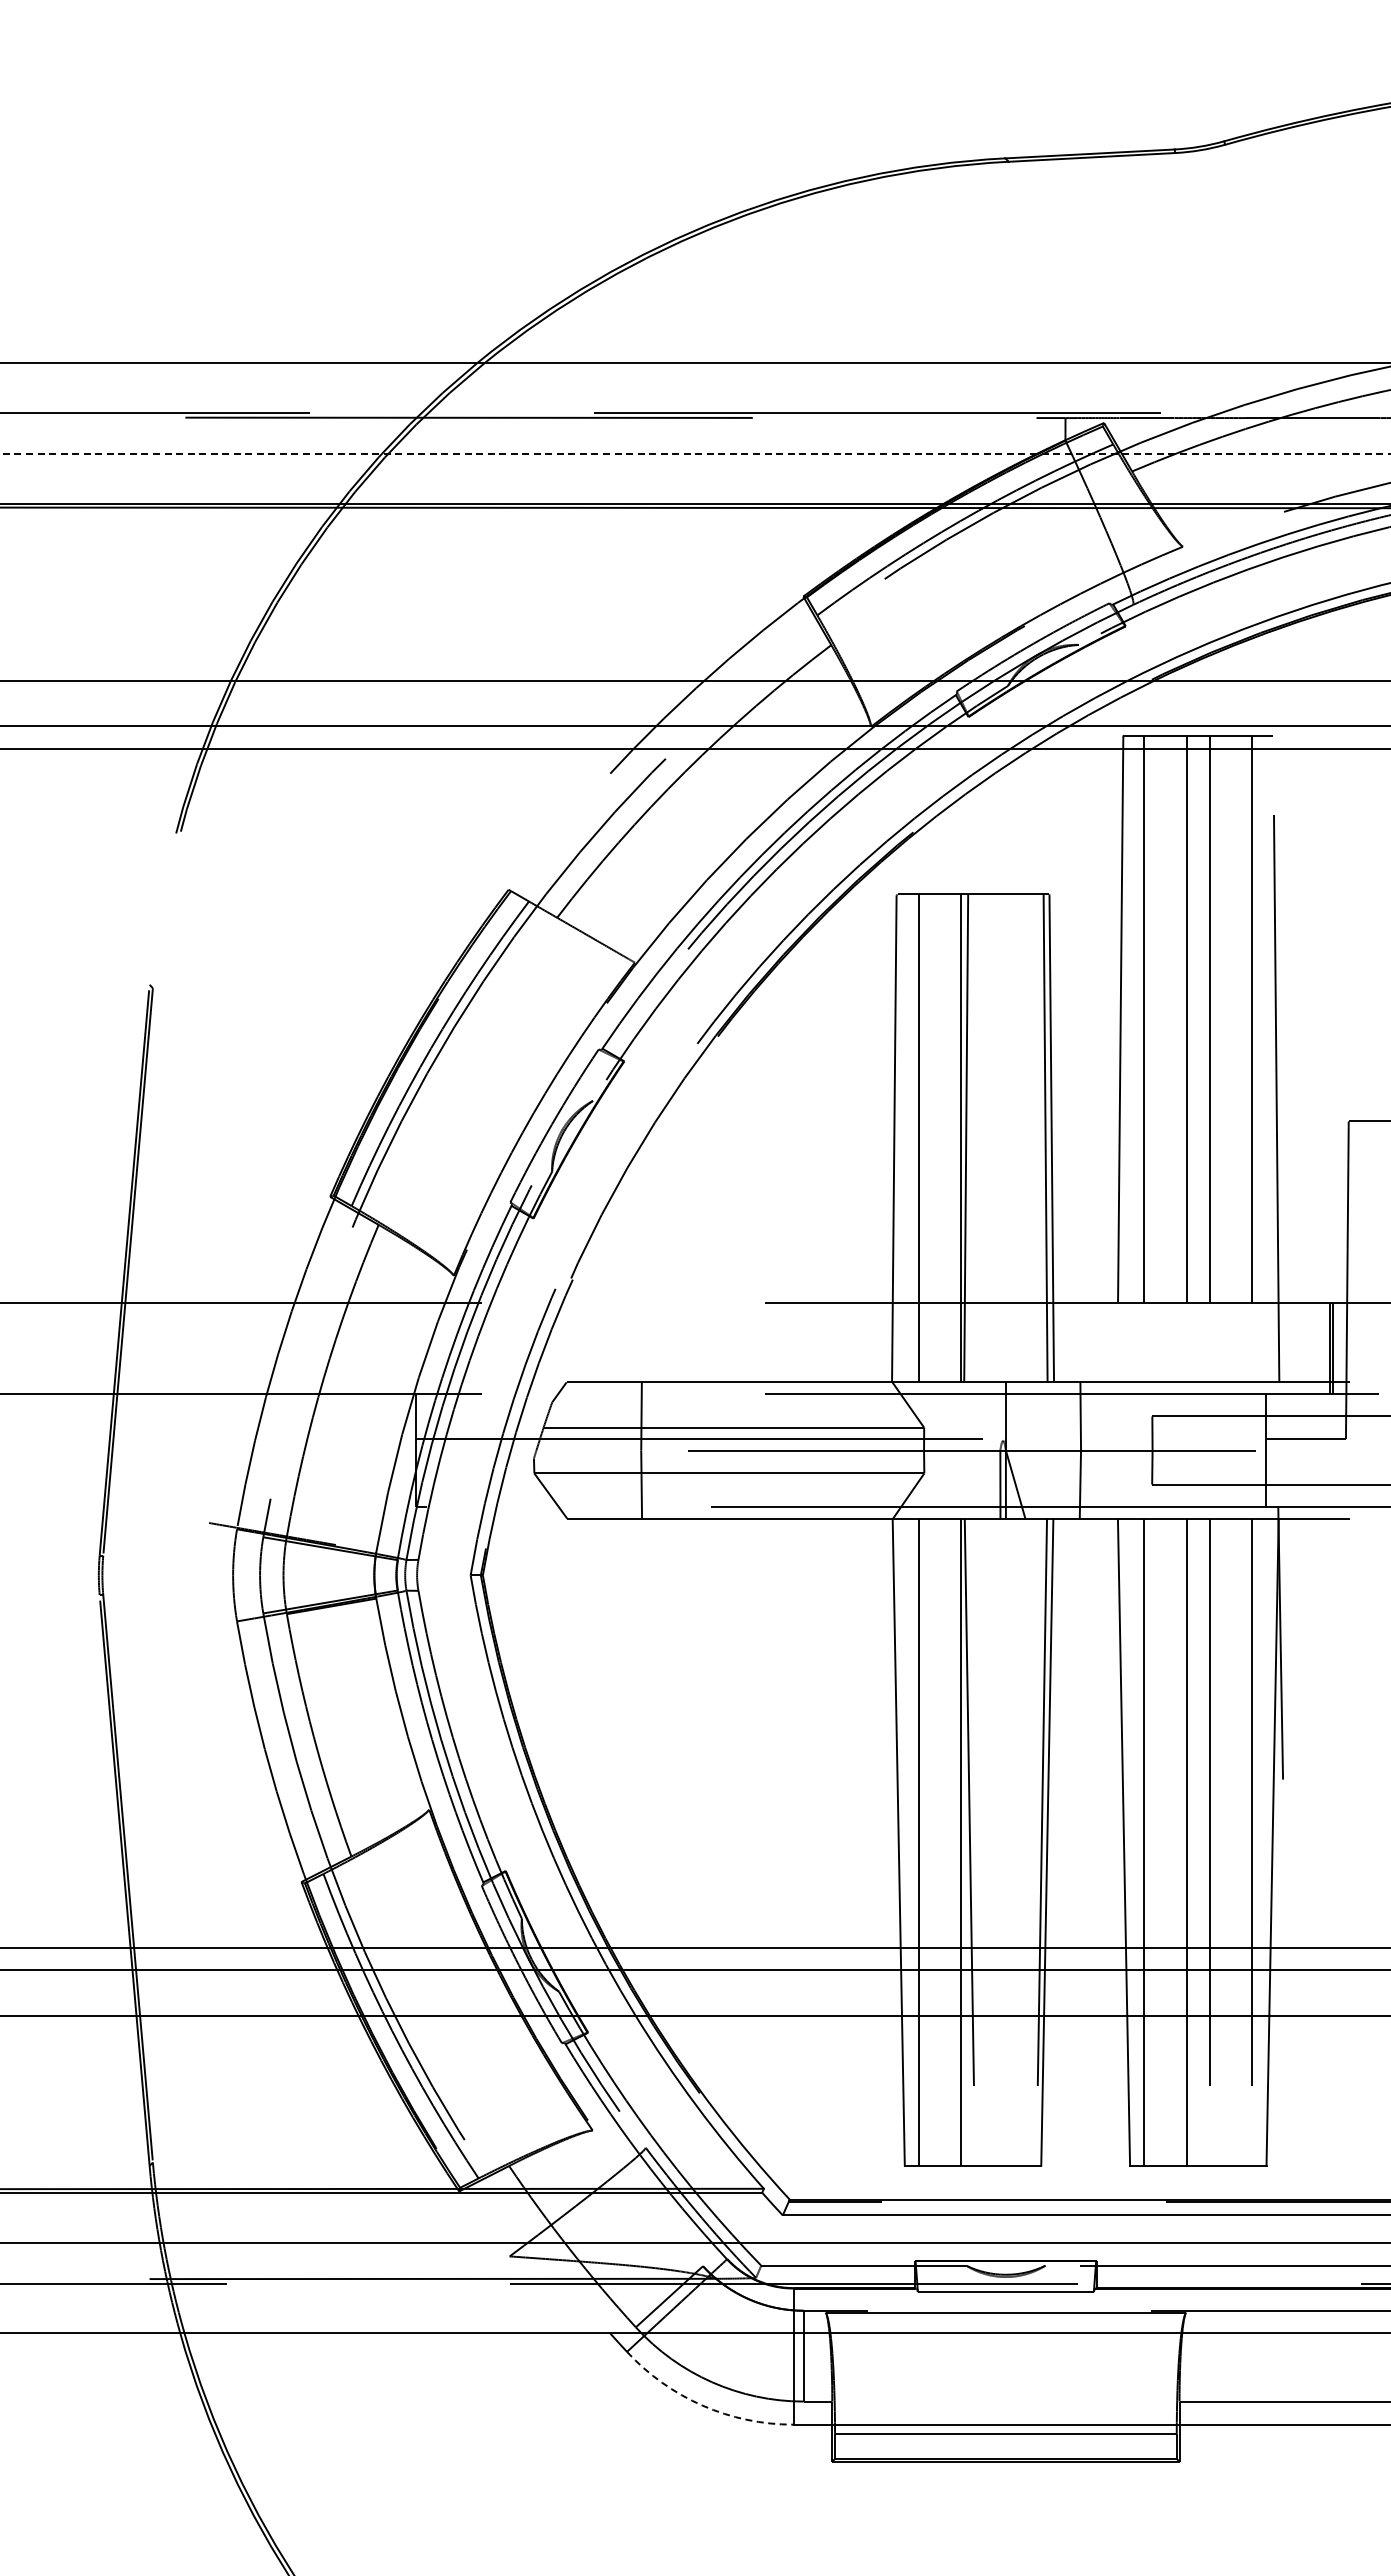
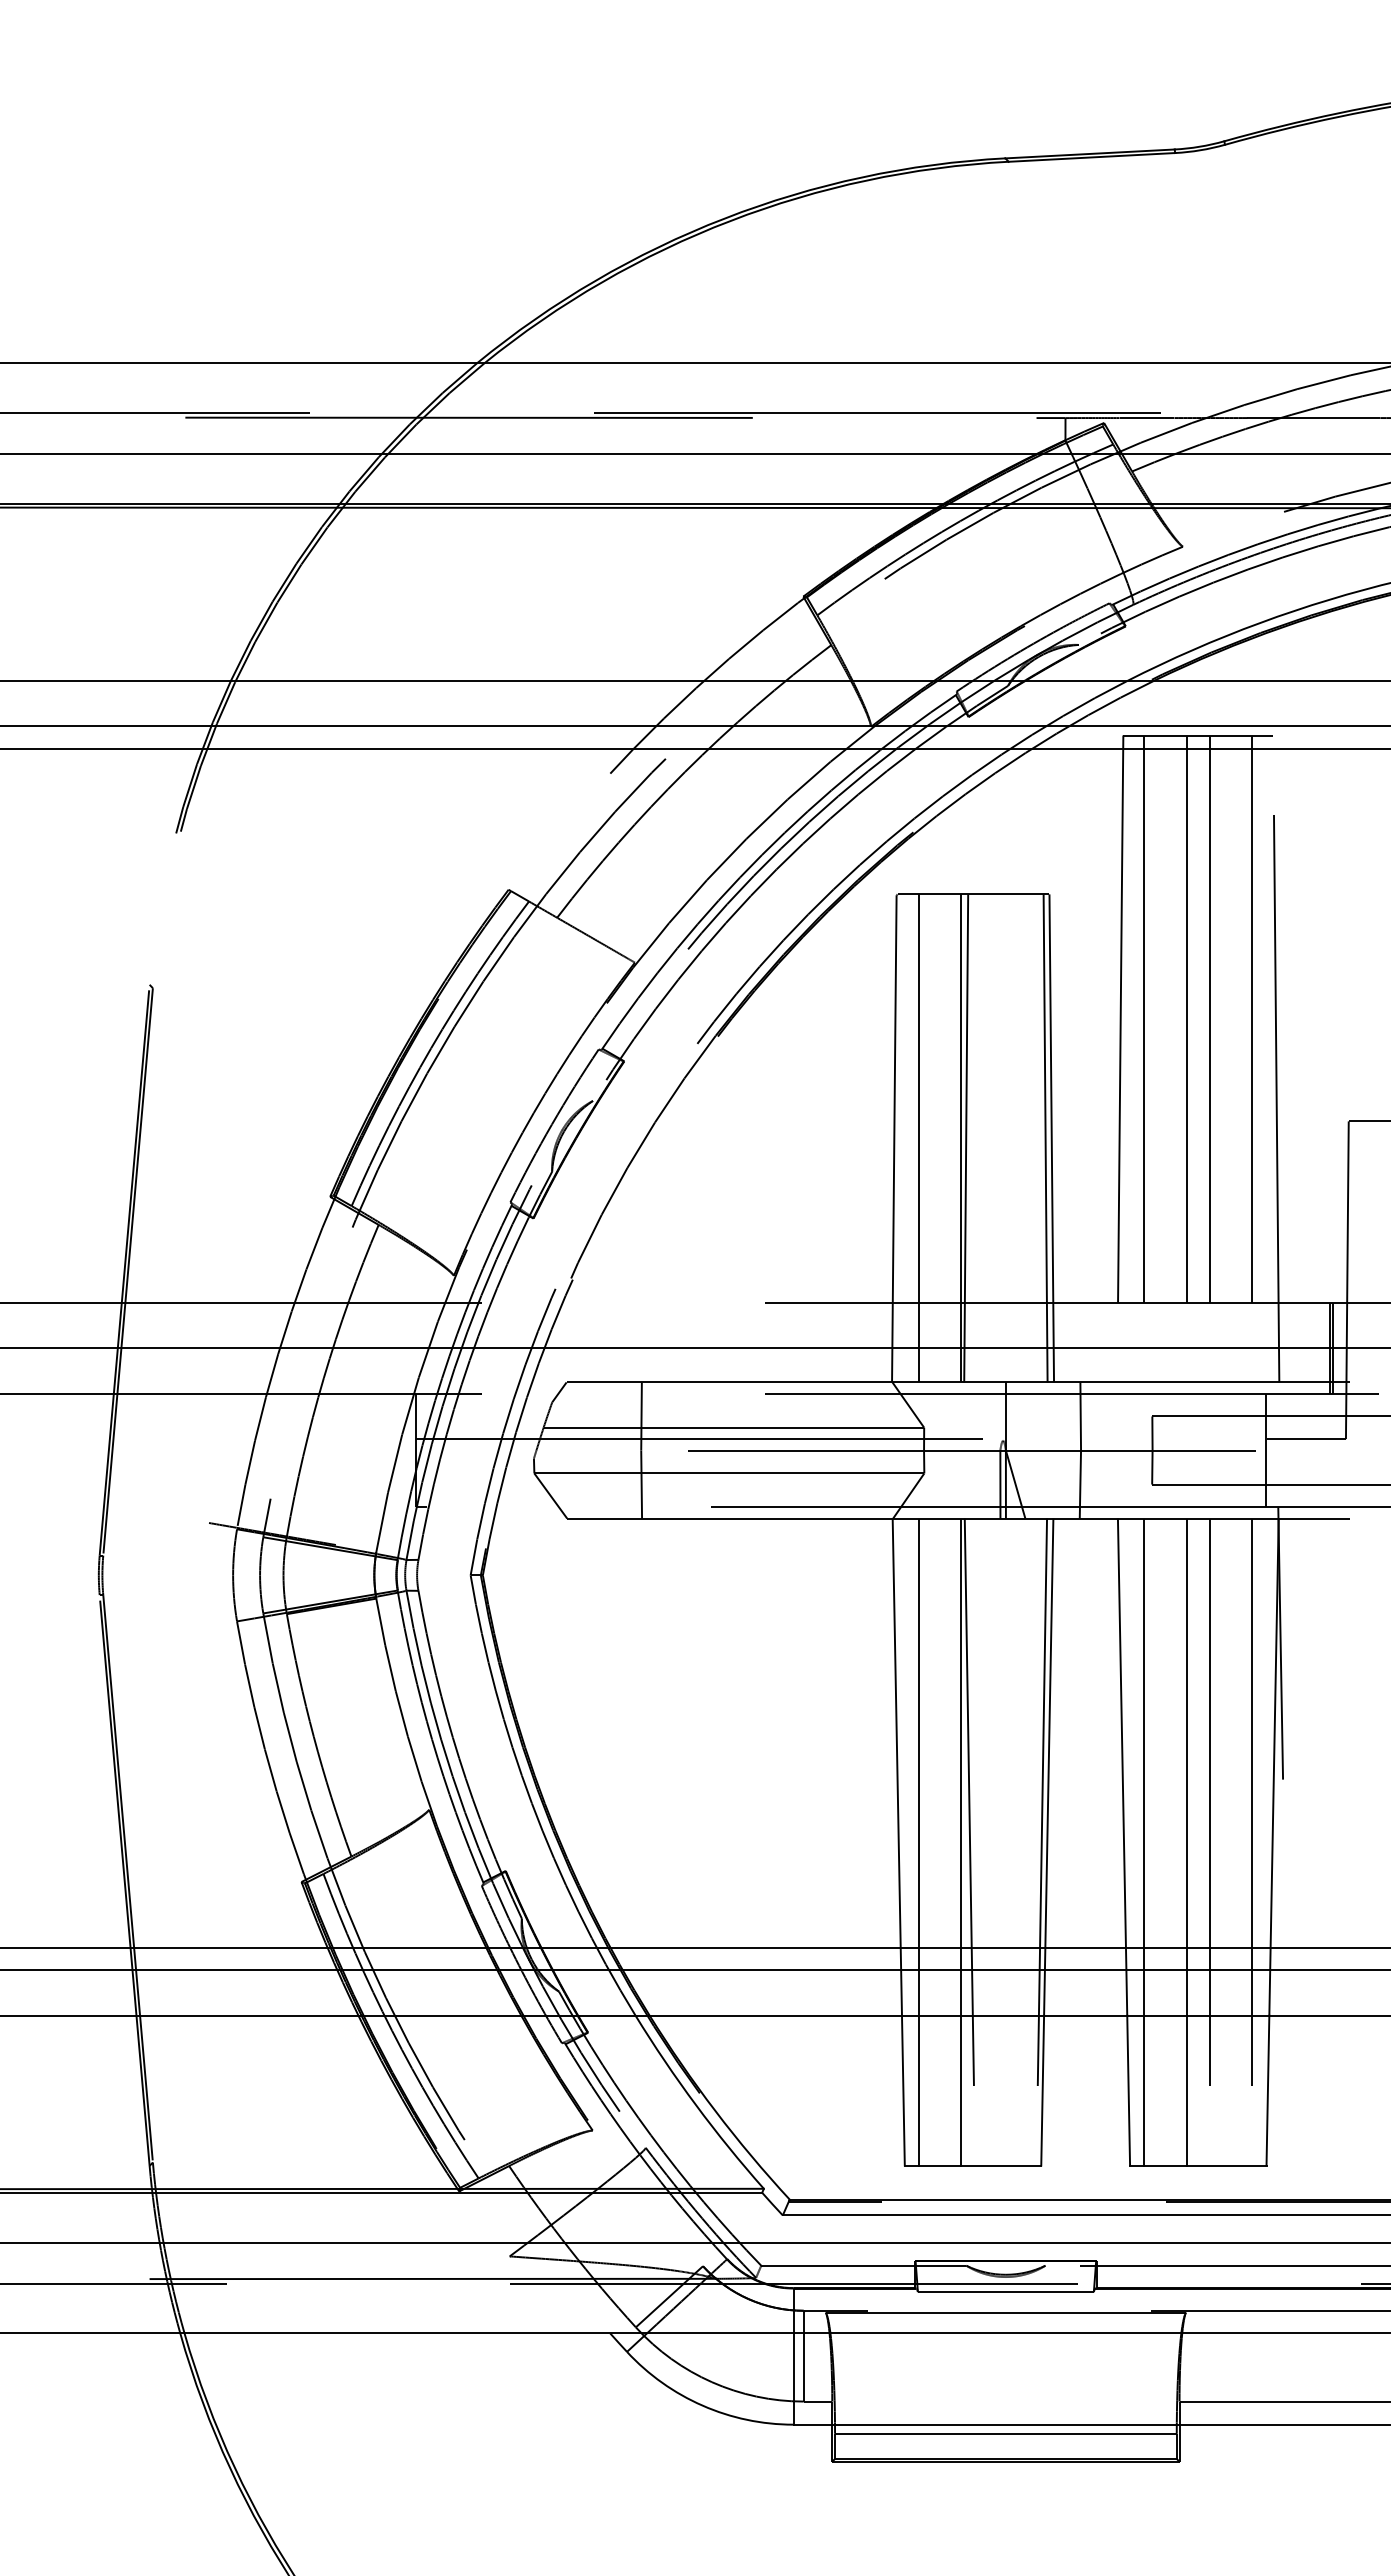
line at (695, 454): dashed -> solid
line at (694, 1348): none -> present
arc at (702, 2405): dashed -> solid
